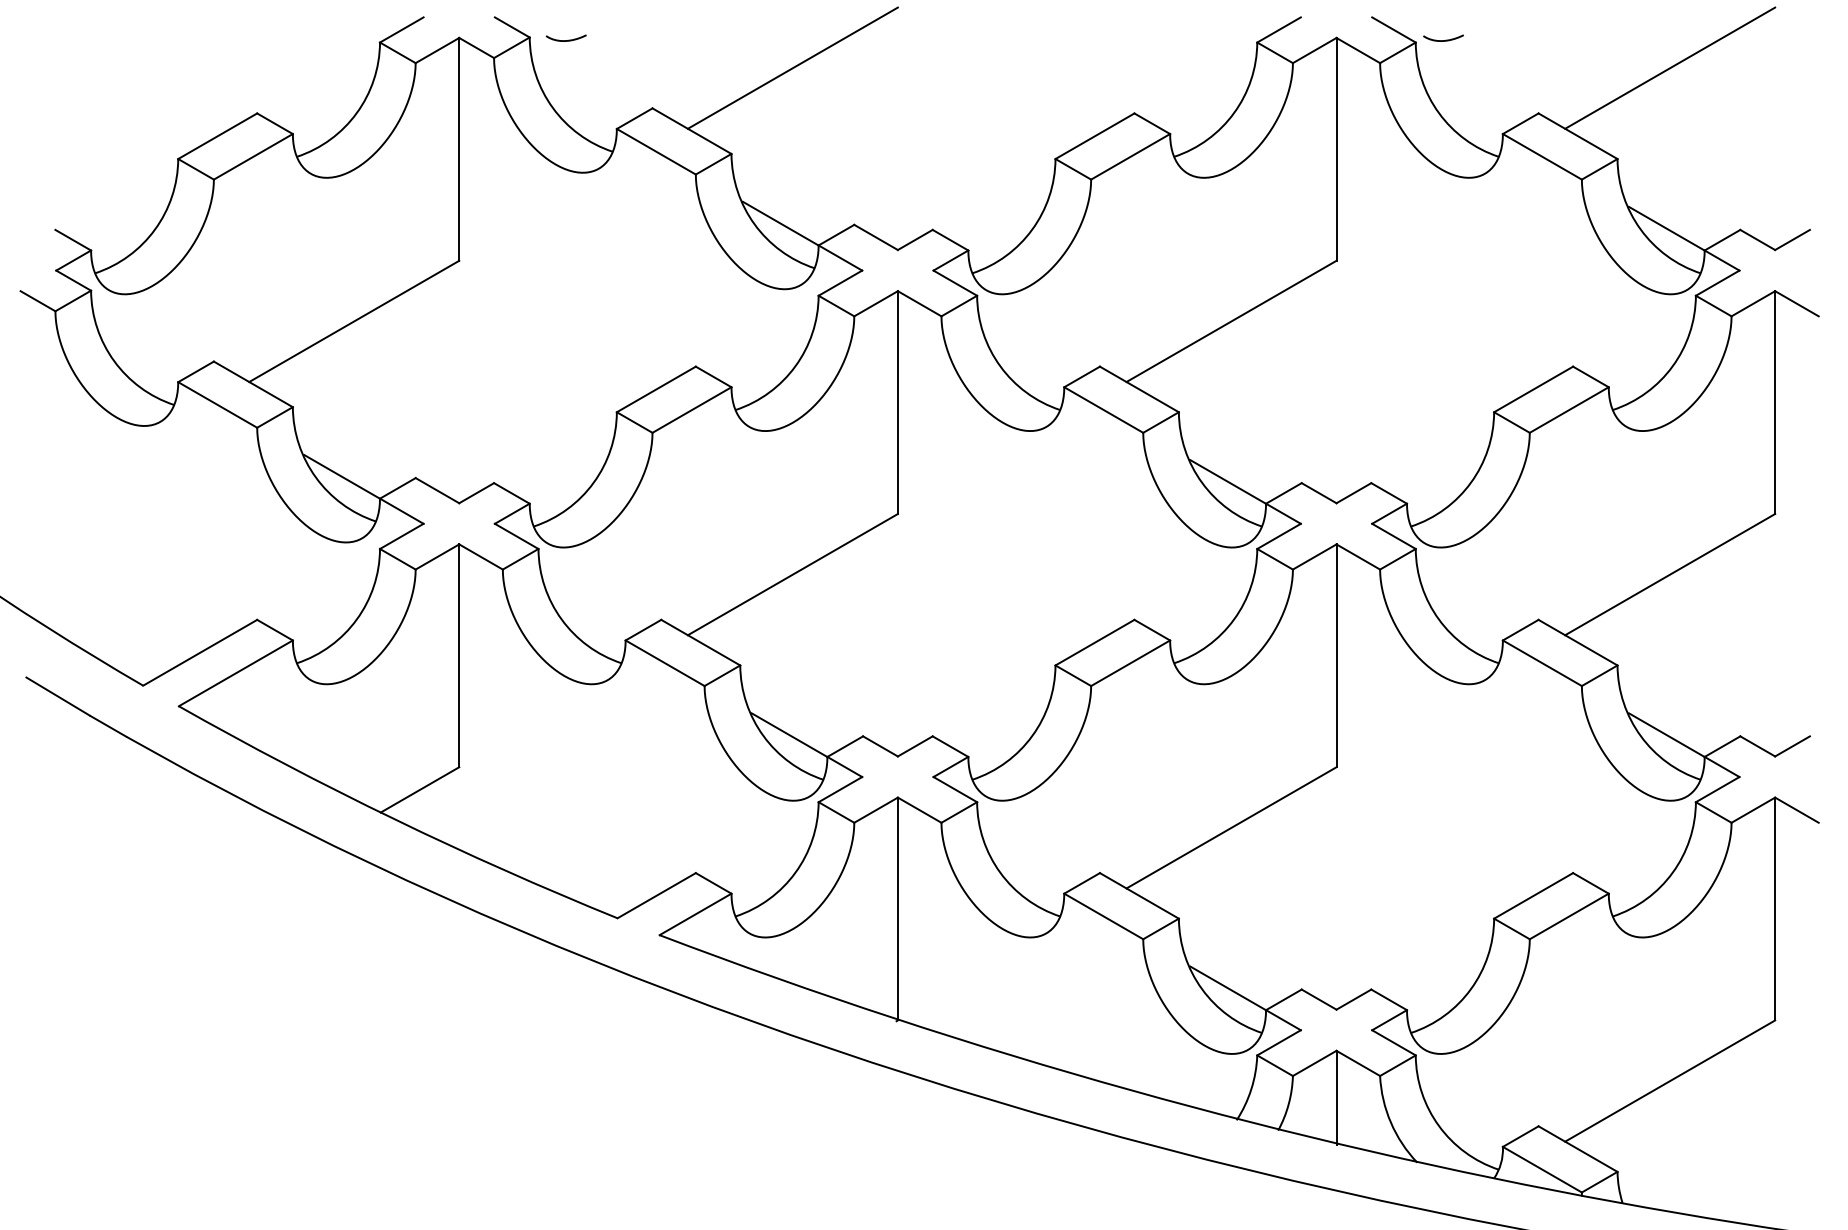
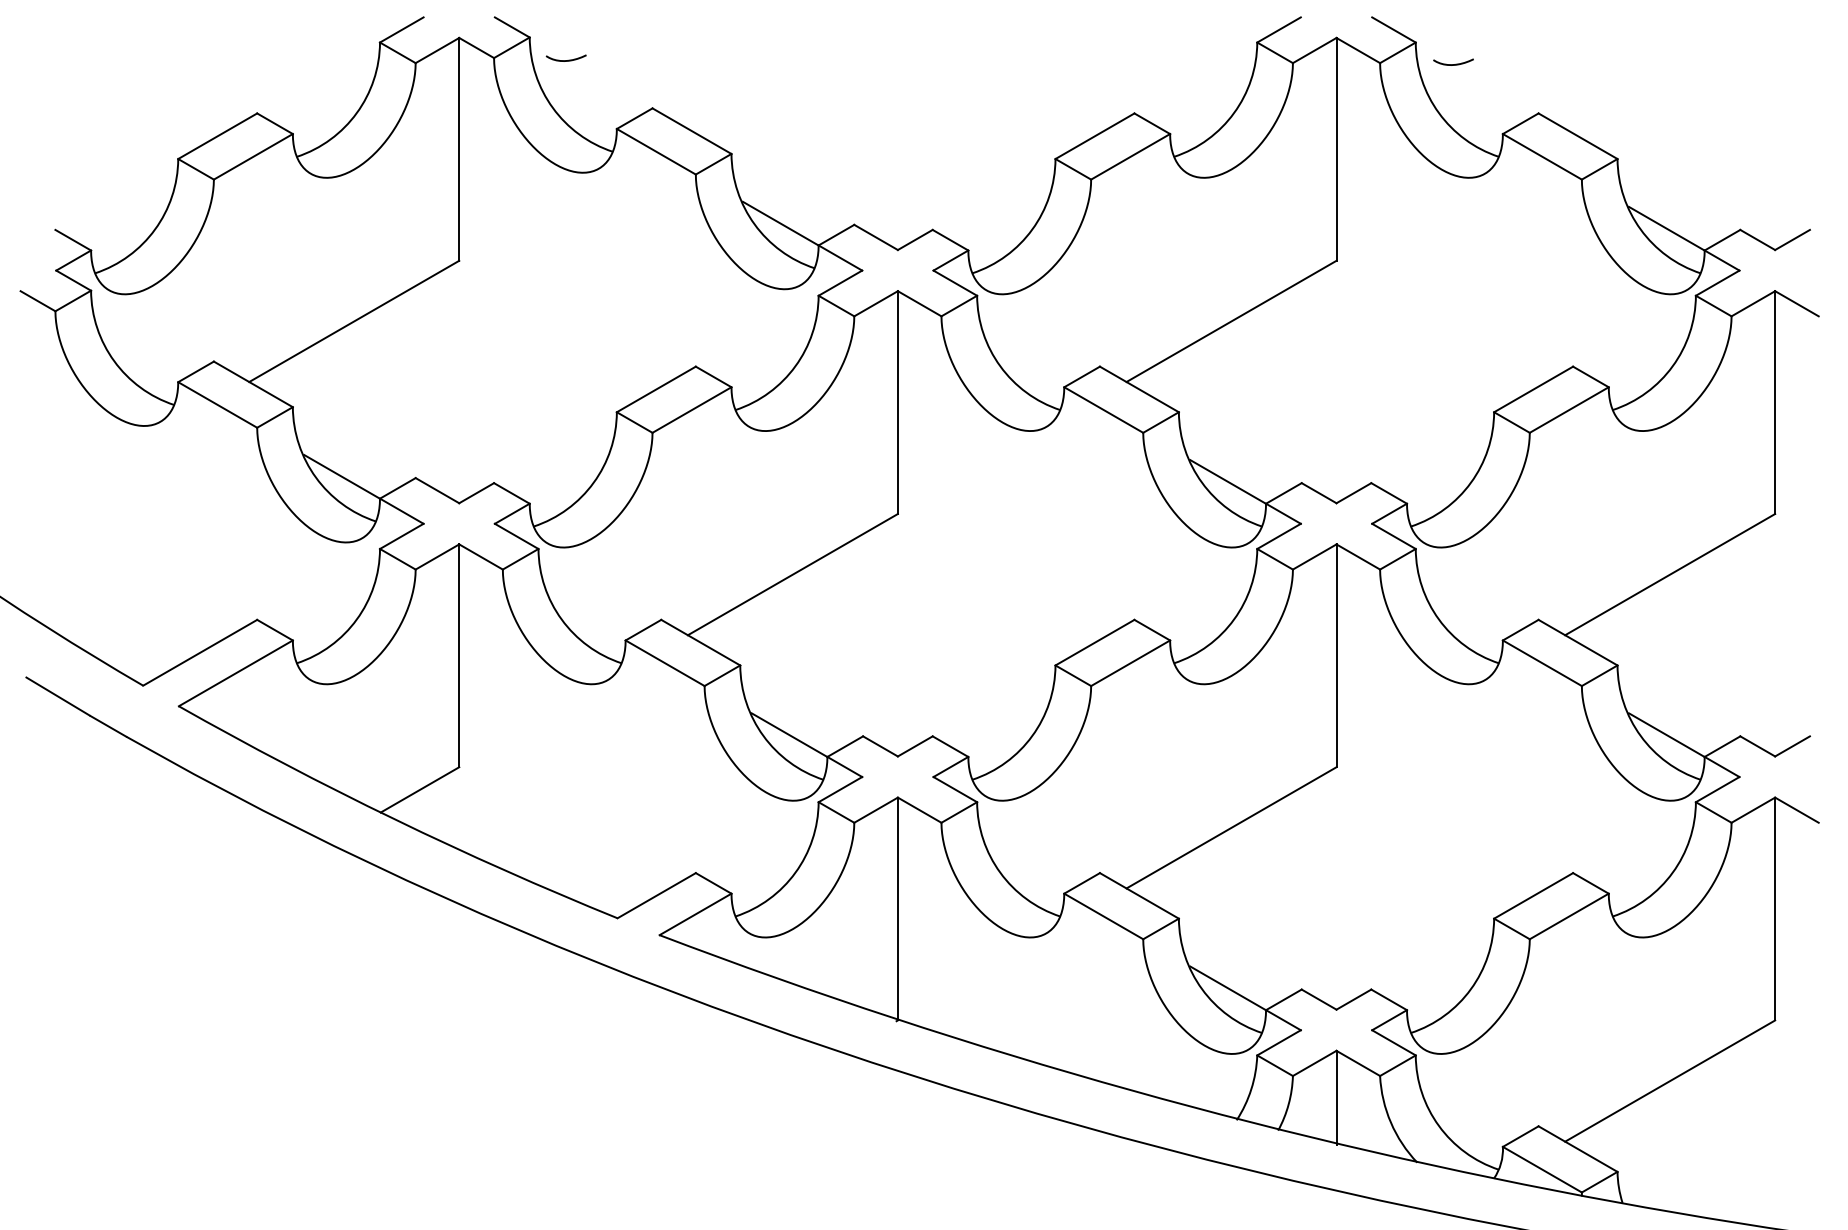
curve at (1445, 39) position: (1445, 39) -> (1455, 63)
curve at (565, 40) position: (565, 40) -> (565, 60)
line at (792, 67): present -> none
line at (1670, 67): present -> none
